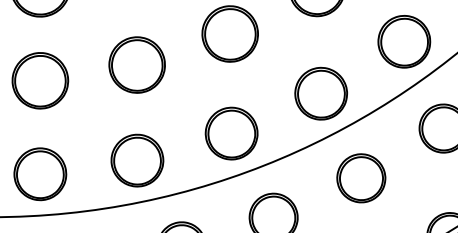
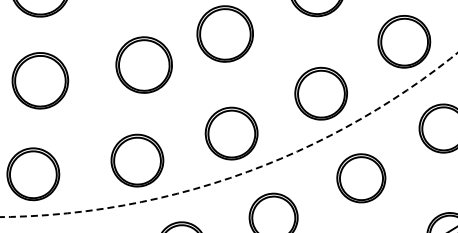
part at (229, 33) position: (229, 33) -> (224, 33)
part at (136, 64) position: (136, 64) -> (143, 64)
circle at (228, 134): solid -> dashed
part at (40, 174) position: (40, 174) -> (33, 174)
